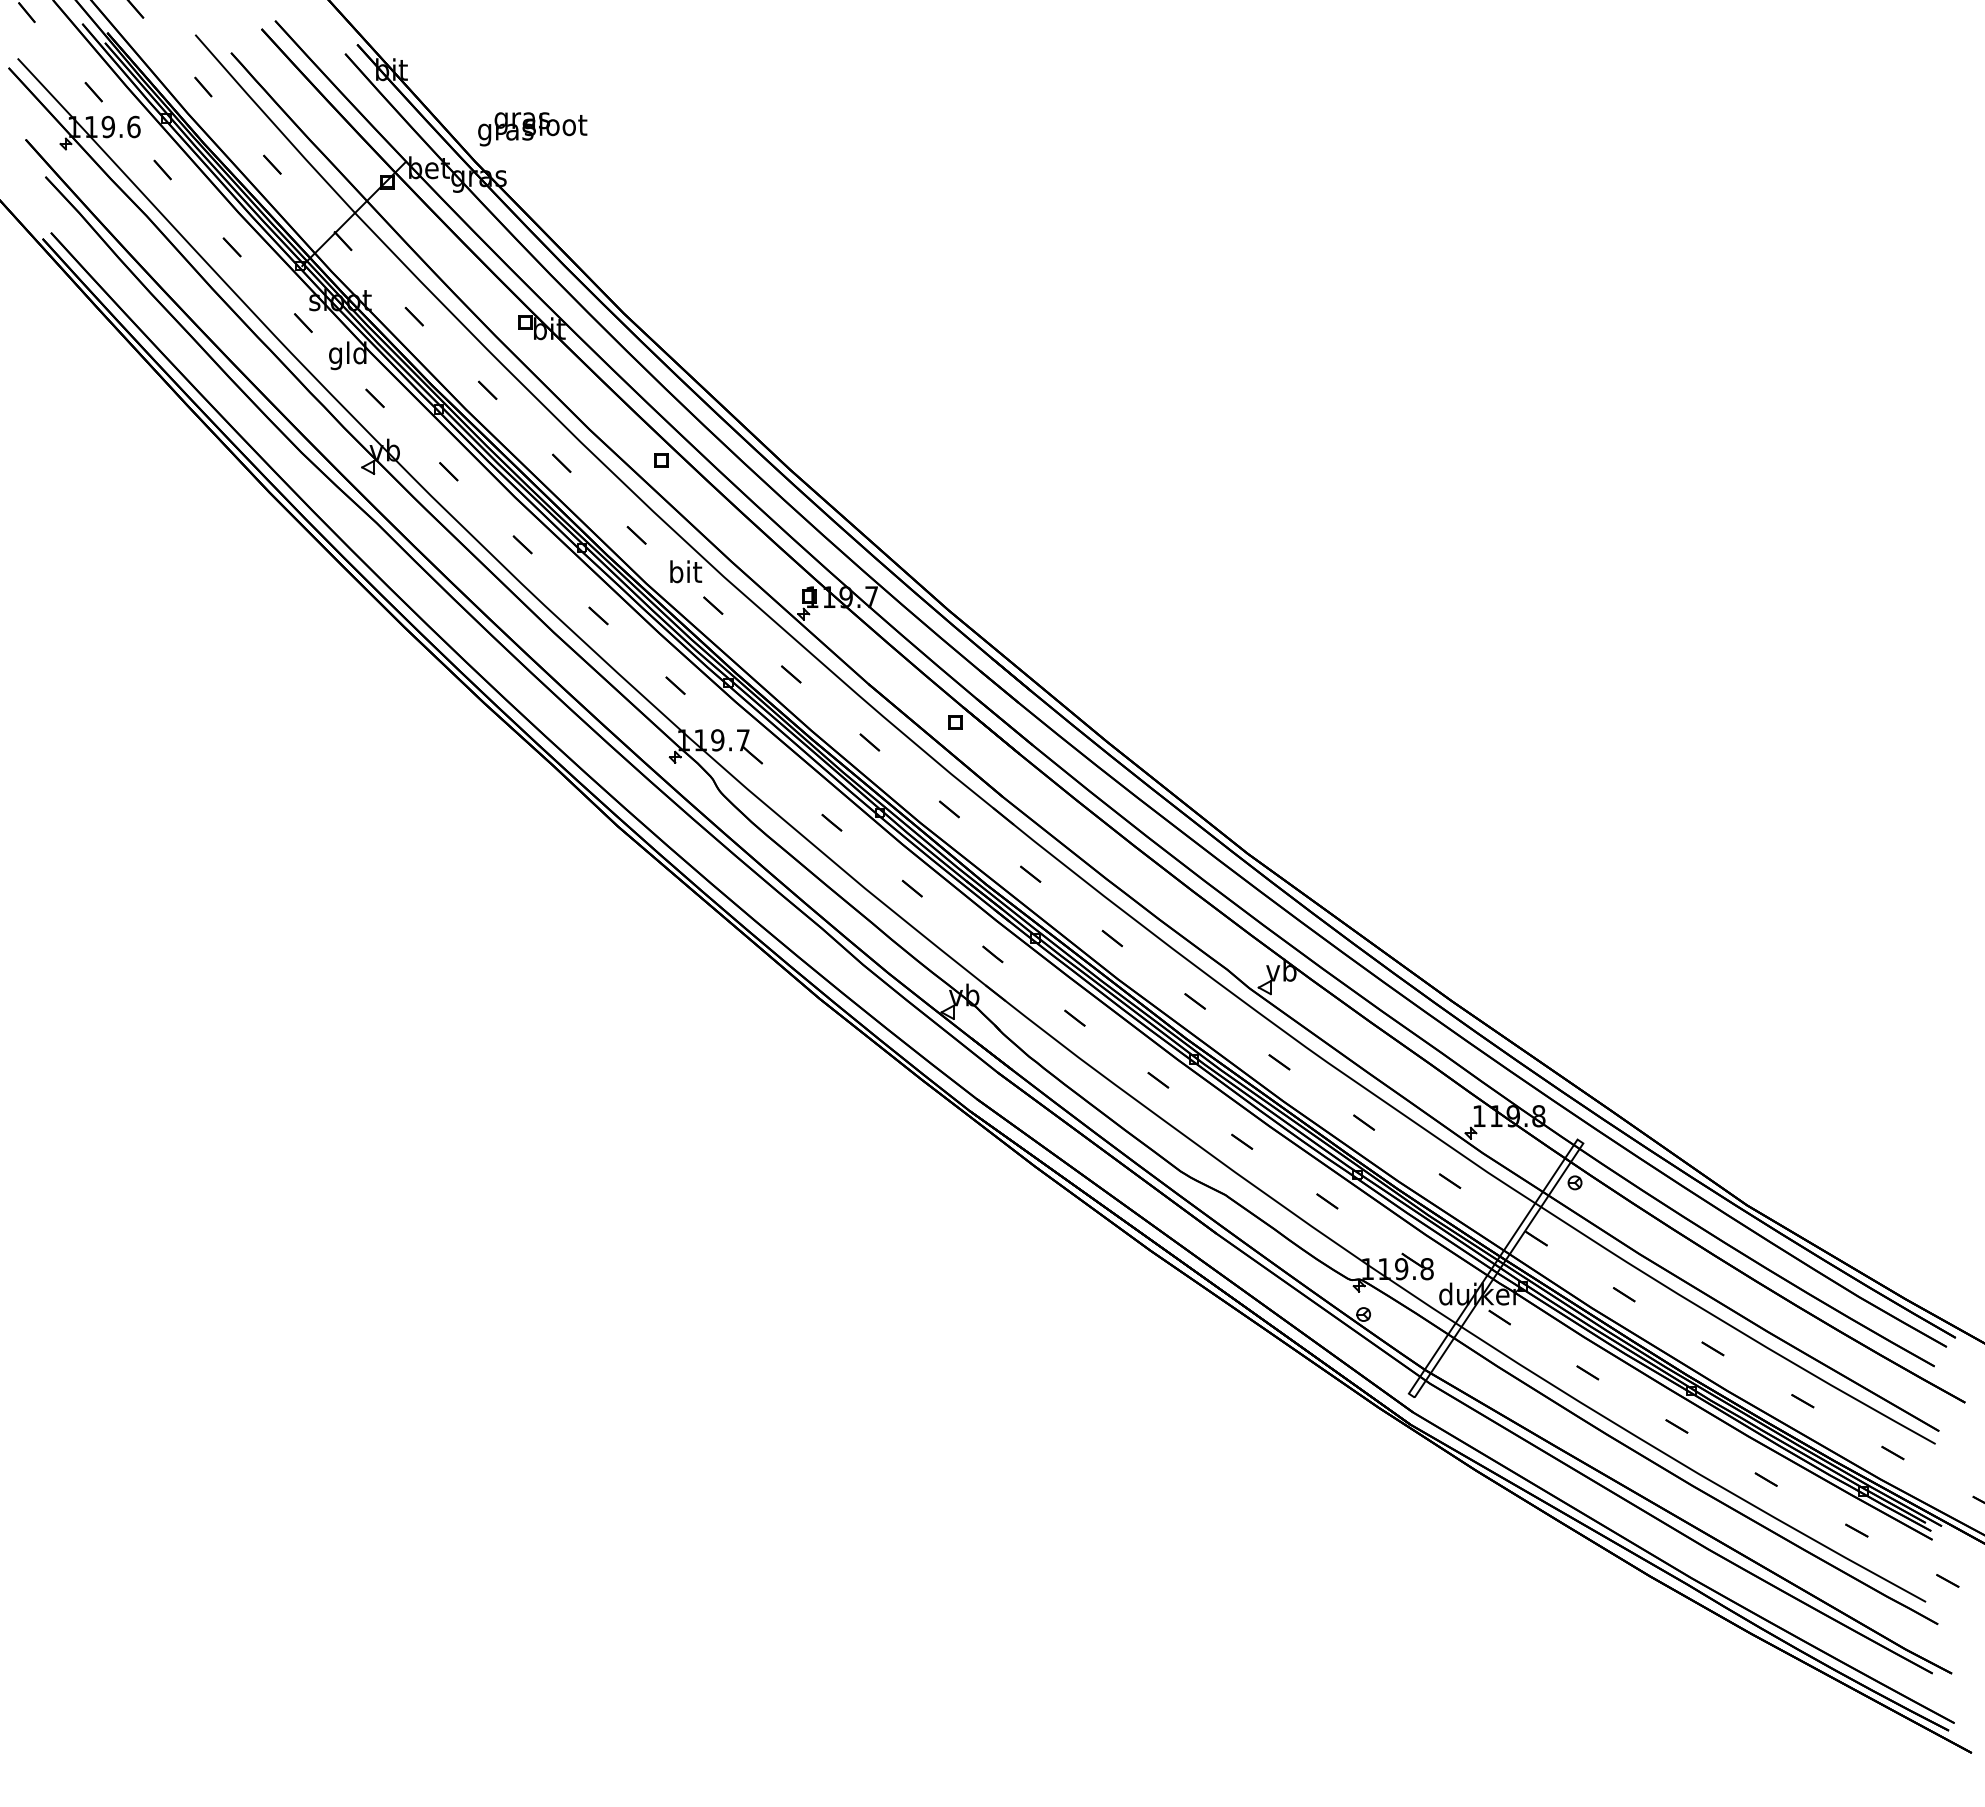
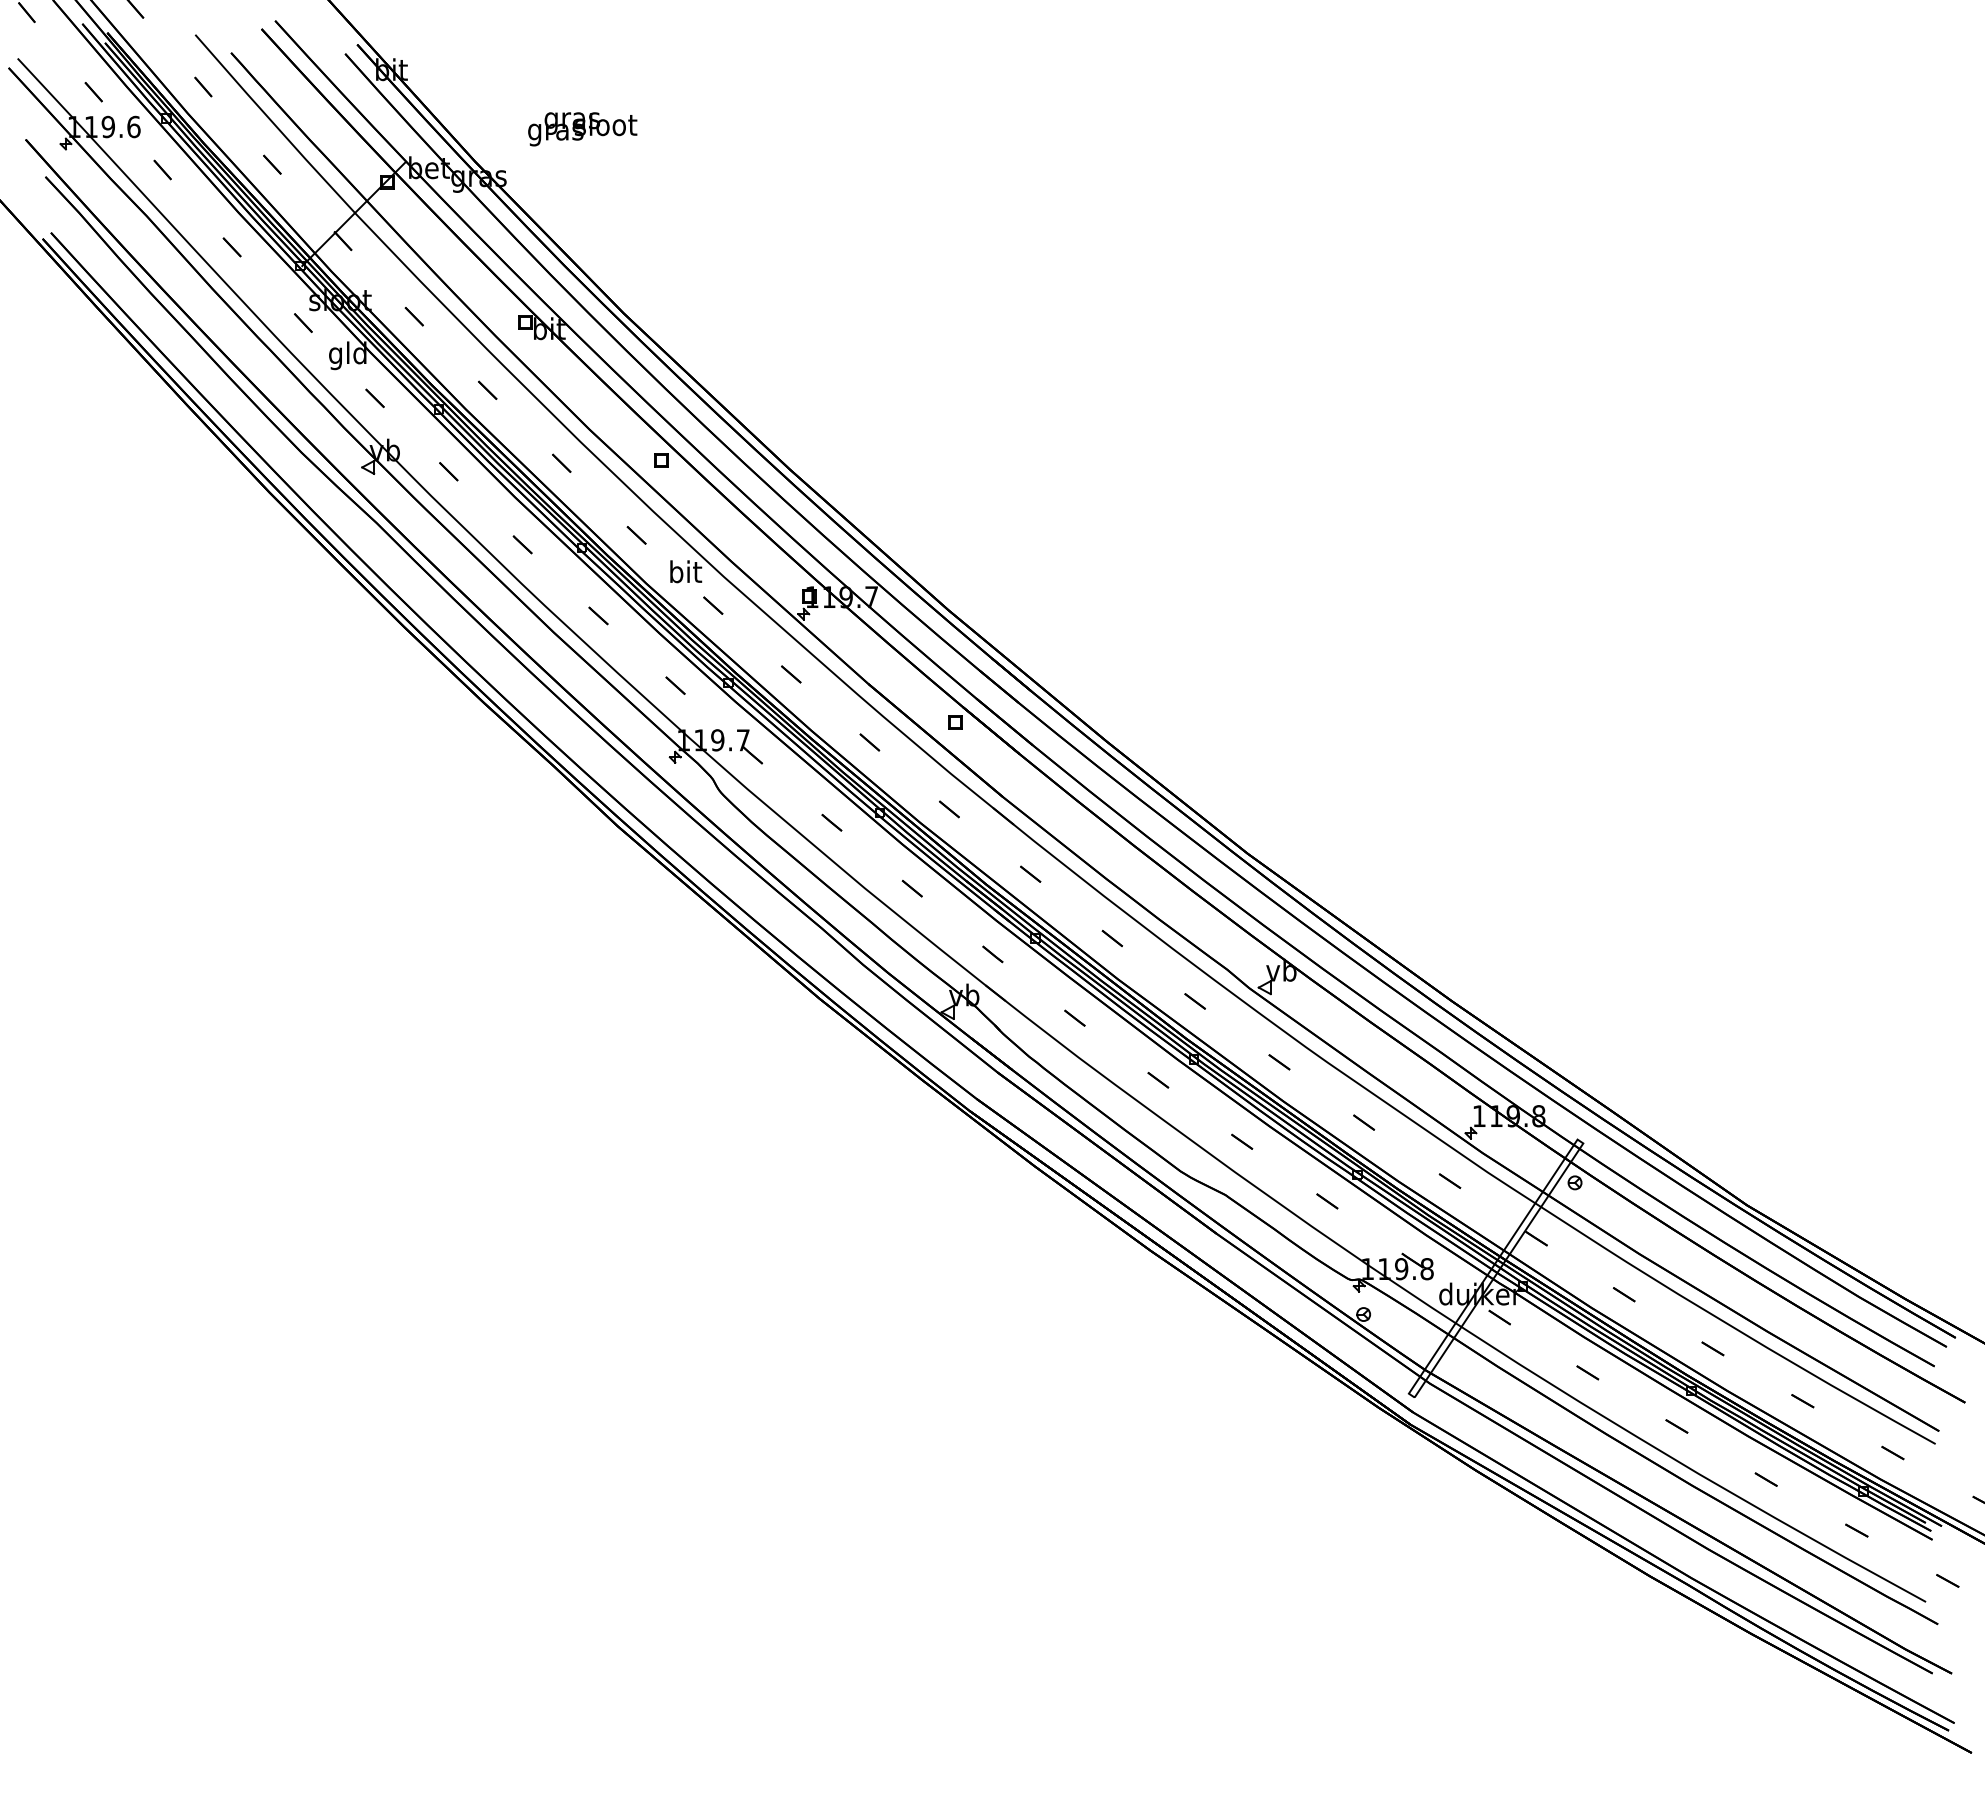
text at (532, 129) position: (532, 129) -> (582, 129)
